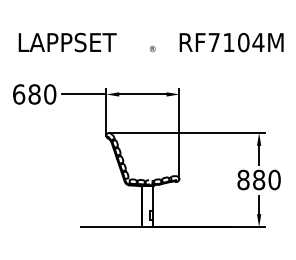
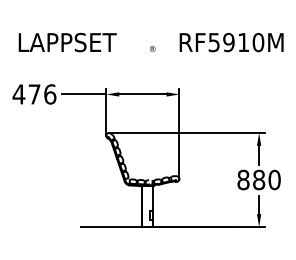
text at (236, 42): RF7104M -> RF5910M
text at (34, 94): 680 -> 476
